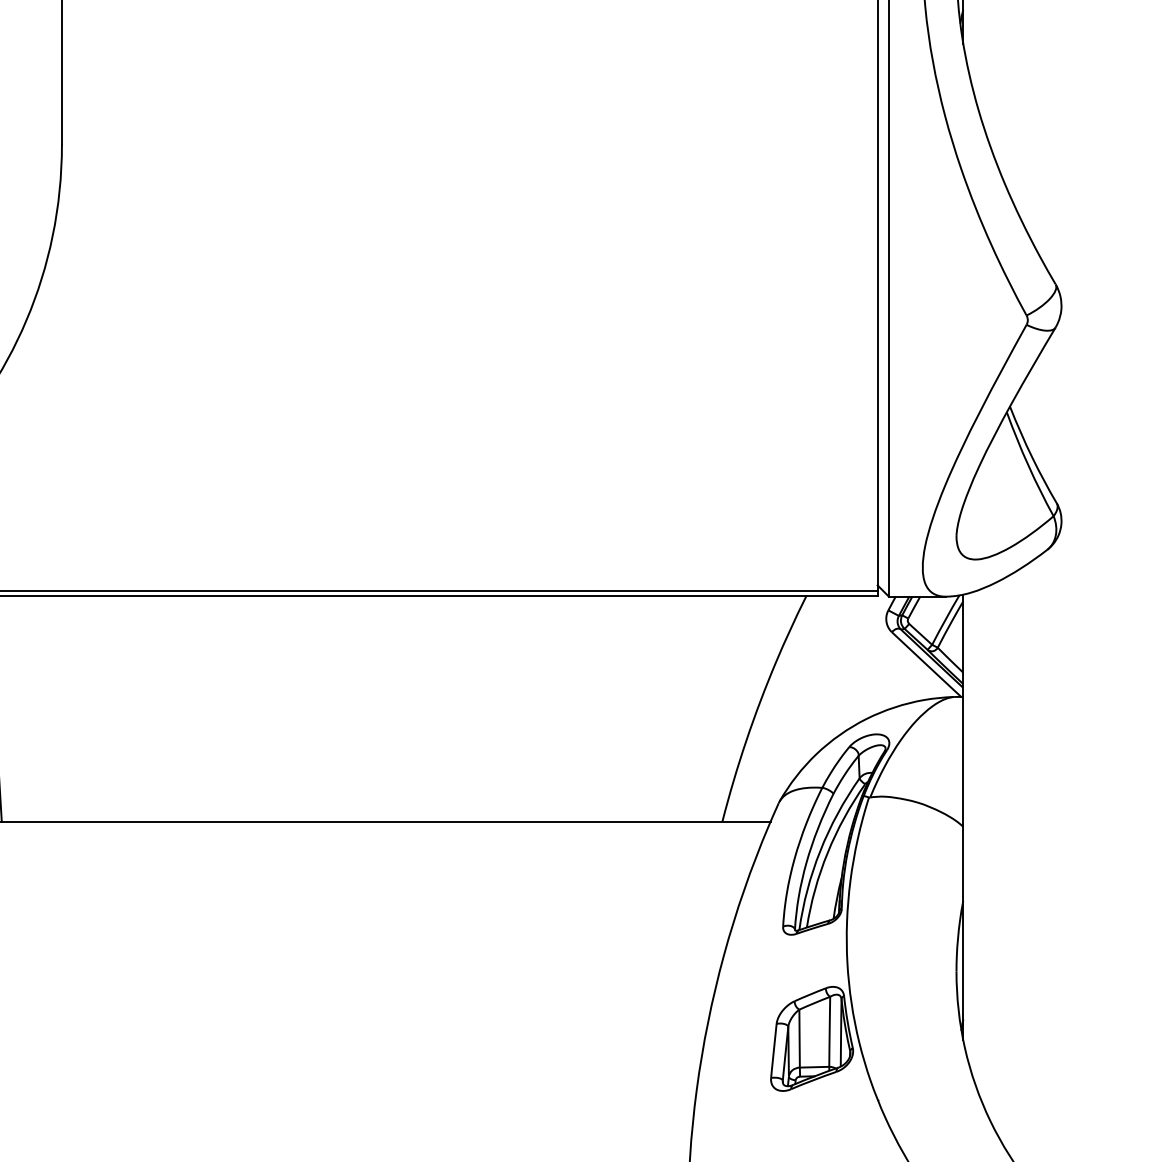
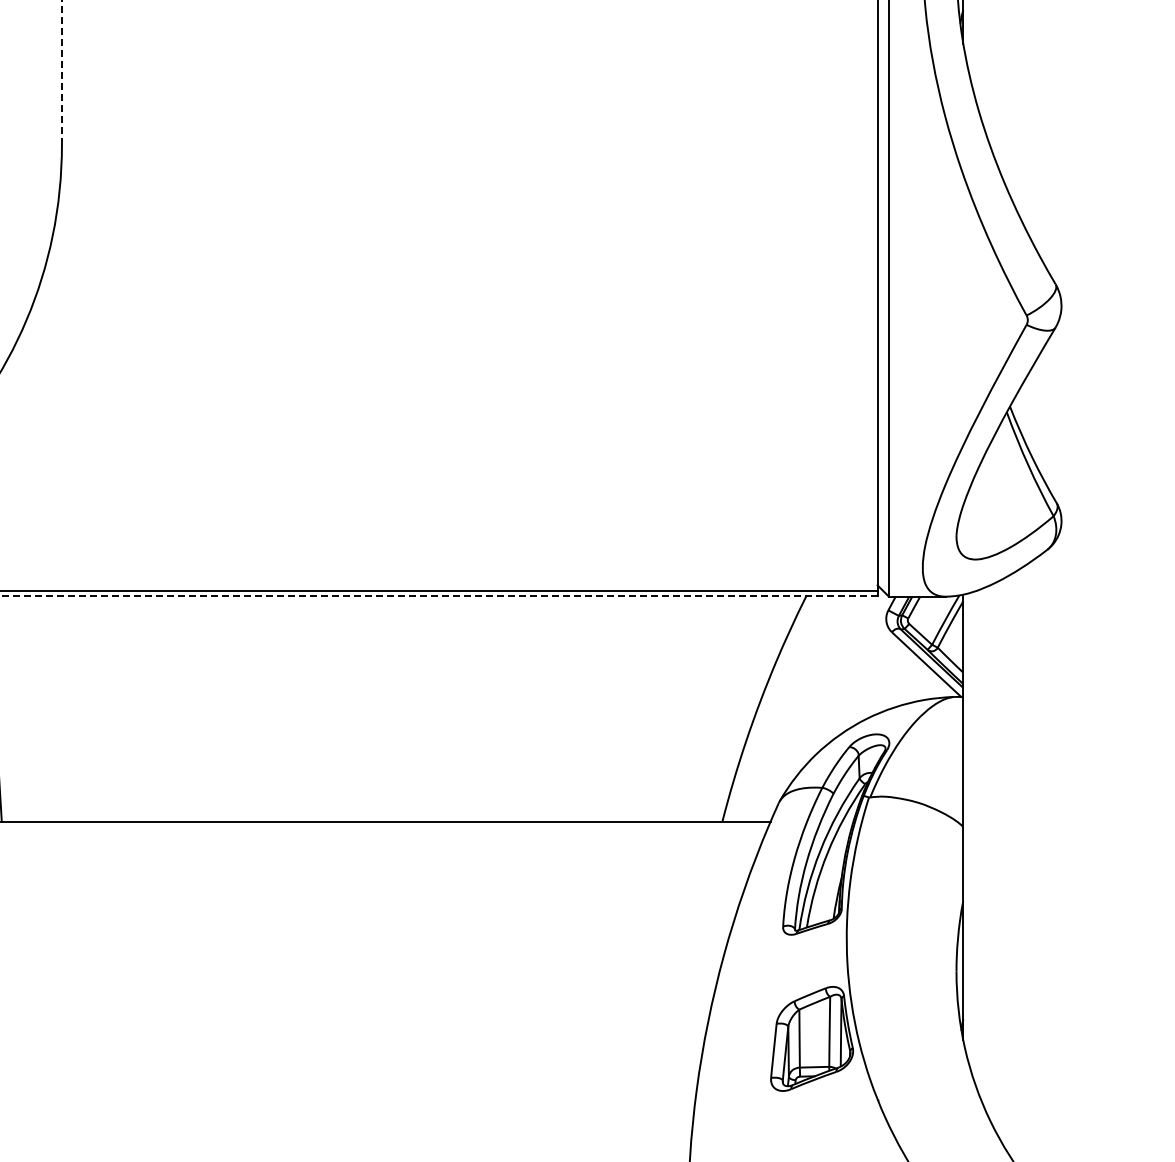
line at (61, 72): solid -> dashed
line at (438, 595): solid -> dashed
